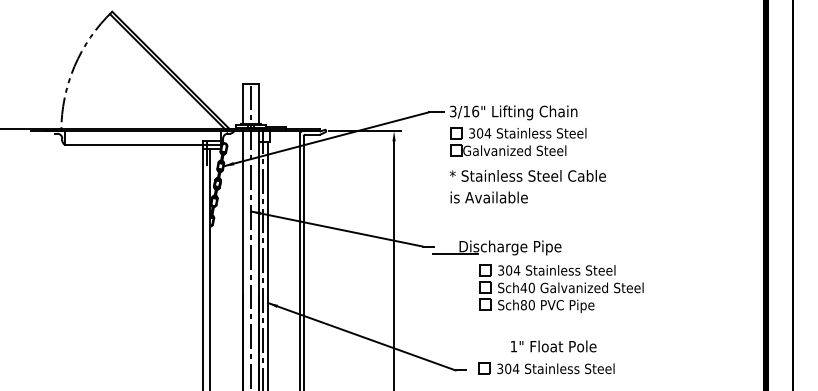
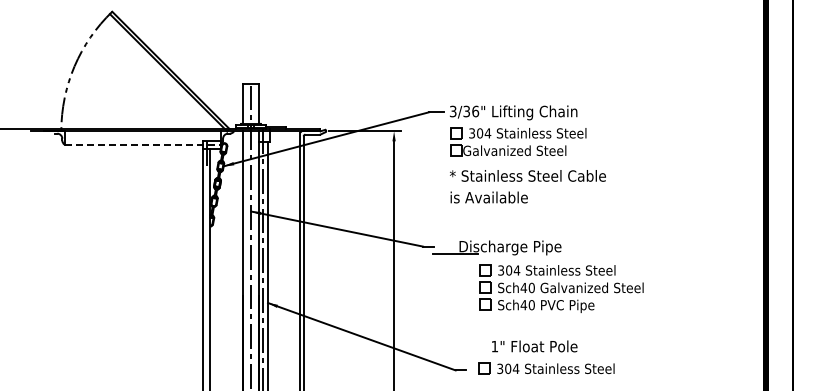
text at (466, 111): 3/16" -> 3/36"
line at (143, 144): solid -> dashed
text at (523, 305): Sch80 -> Sch40
text at (553, 346) position: (553, 346) -> (534, 346)
